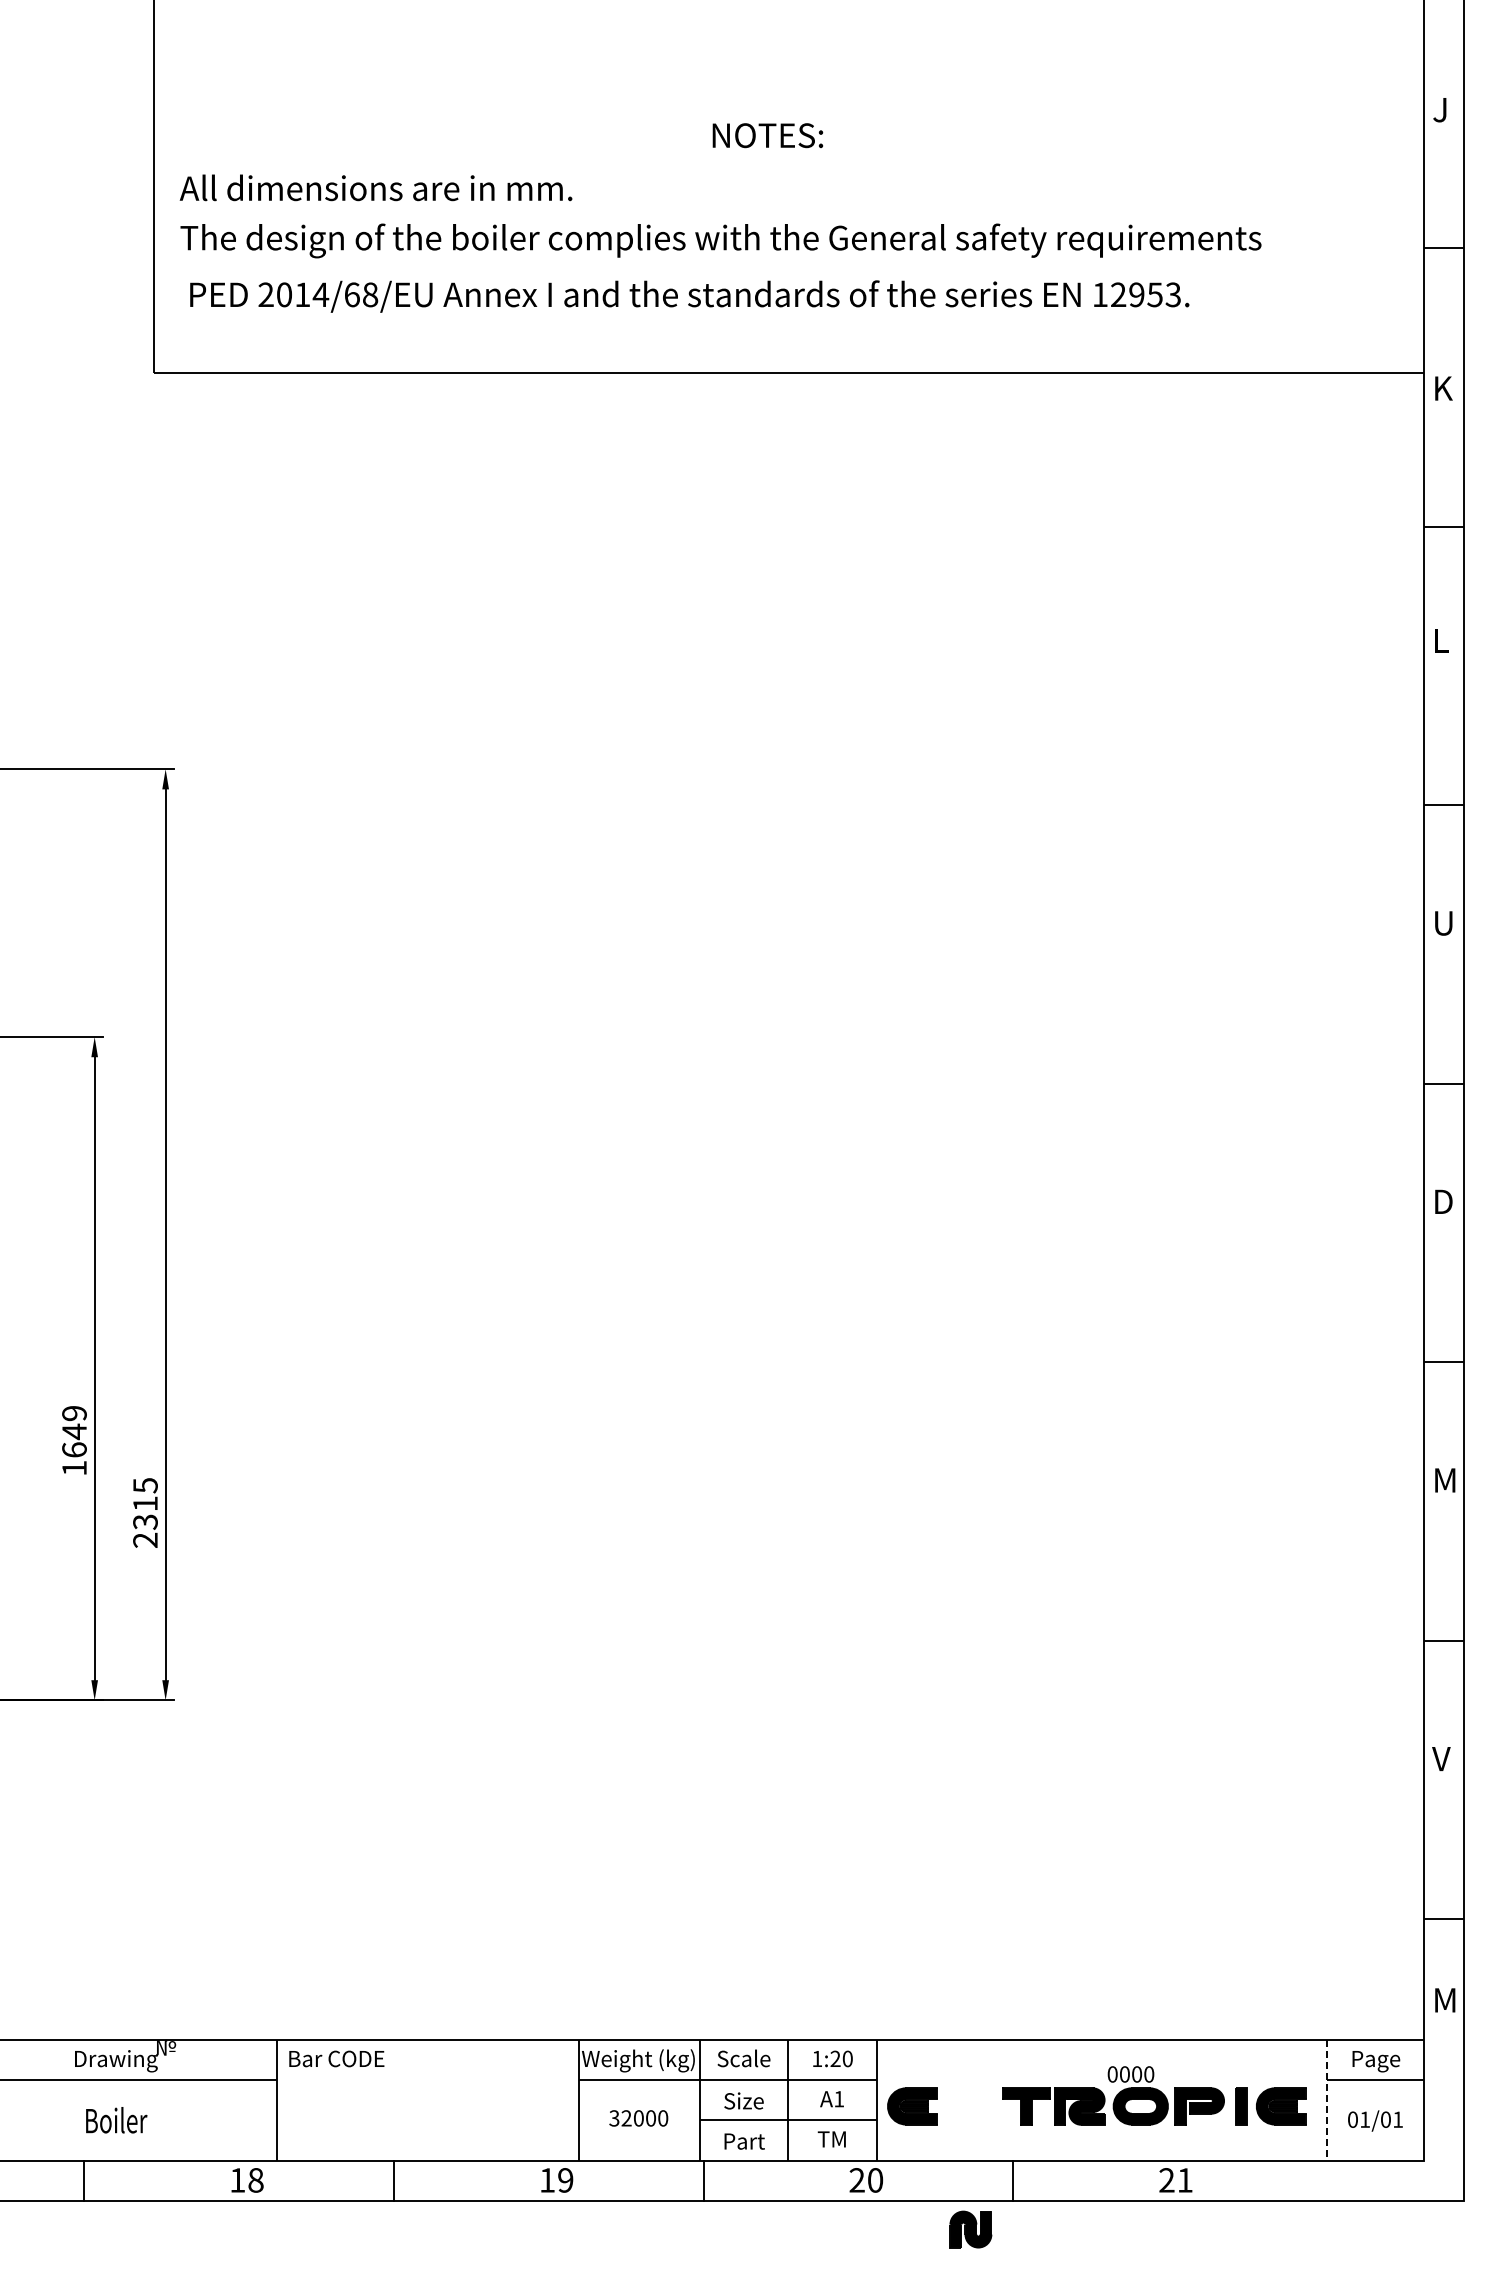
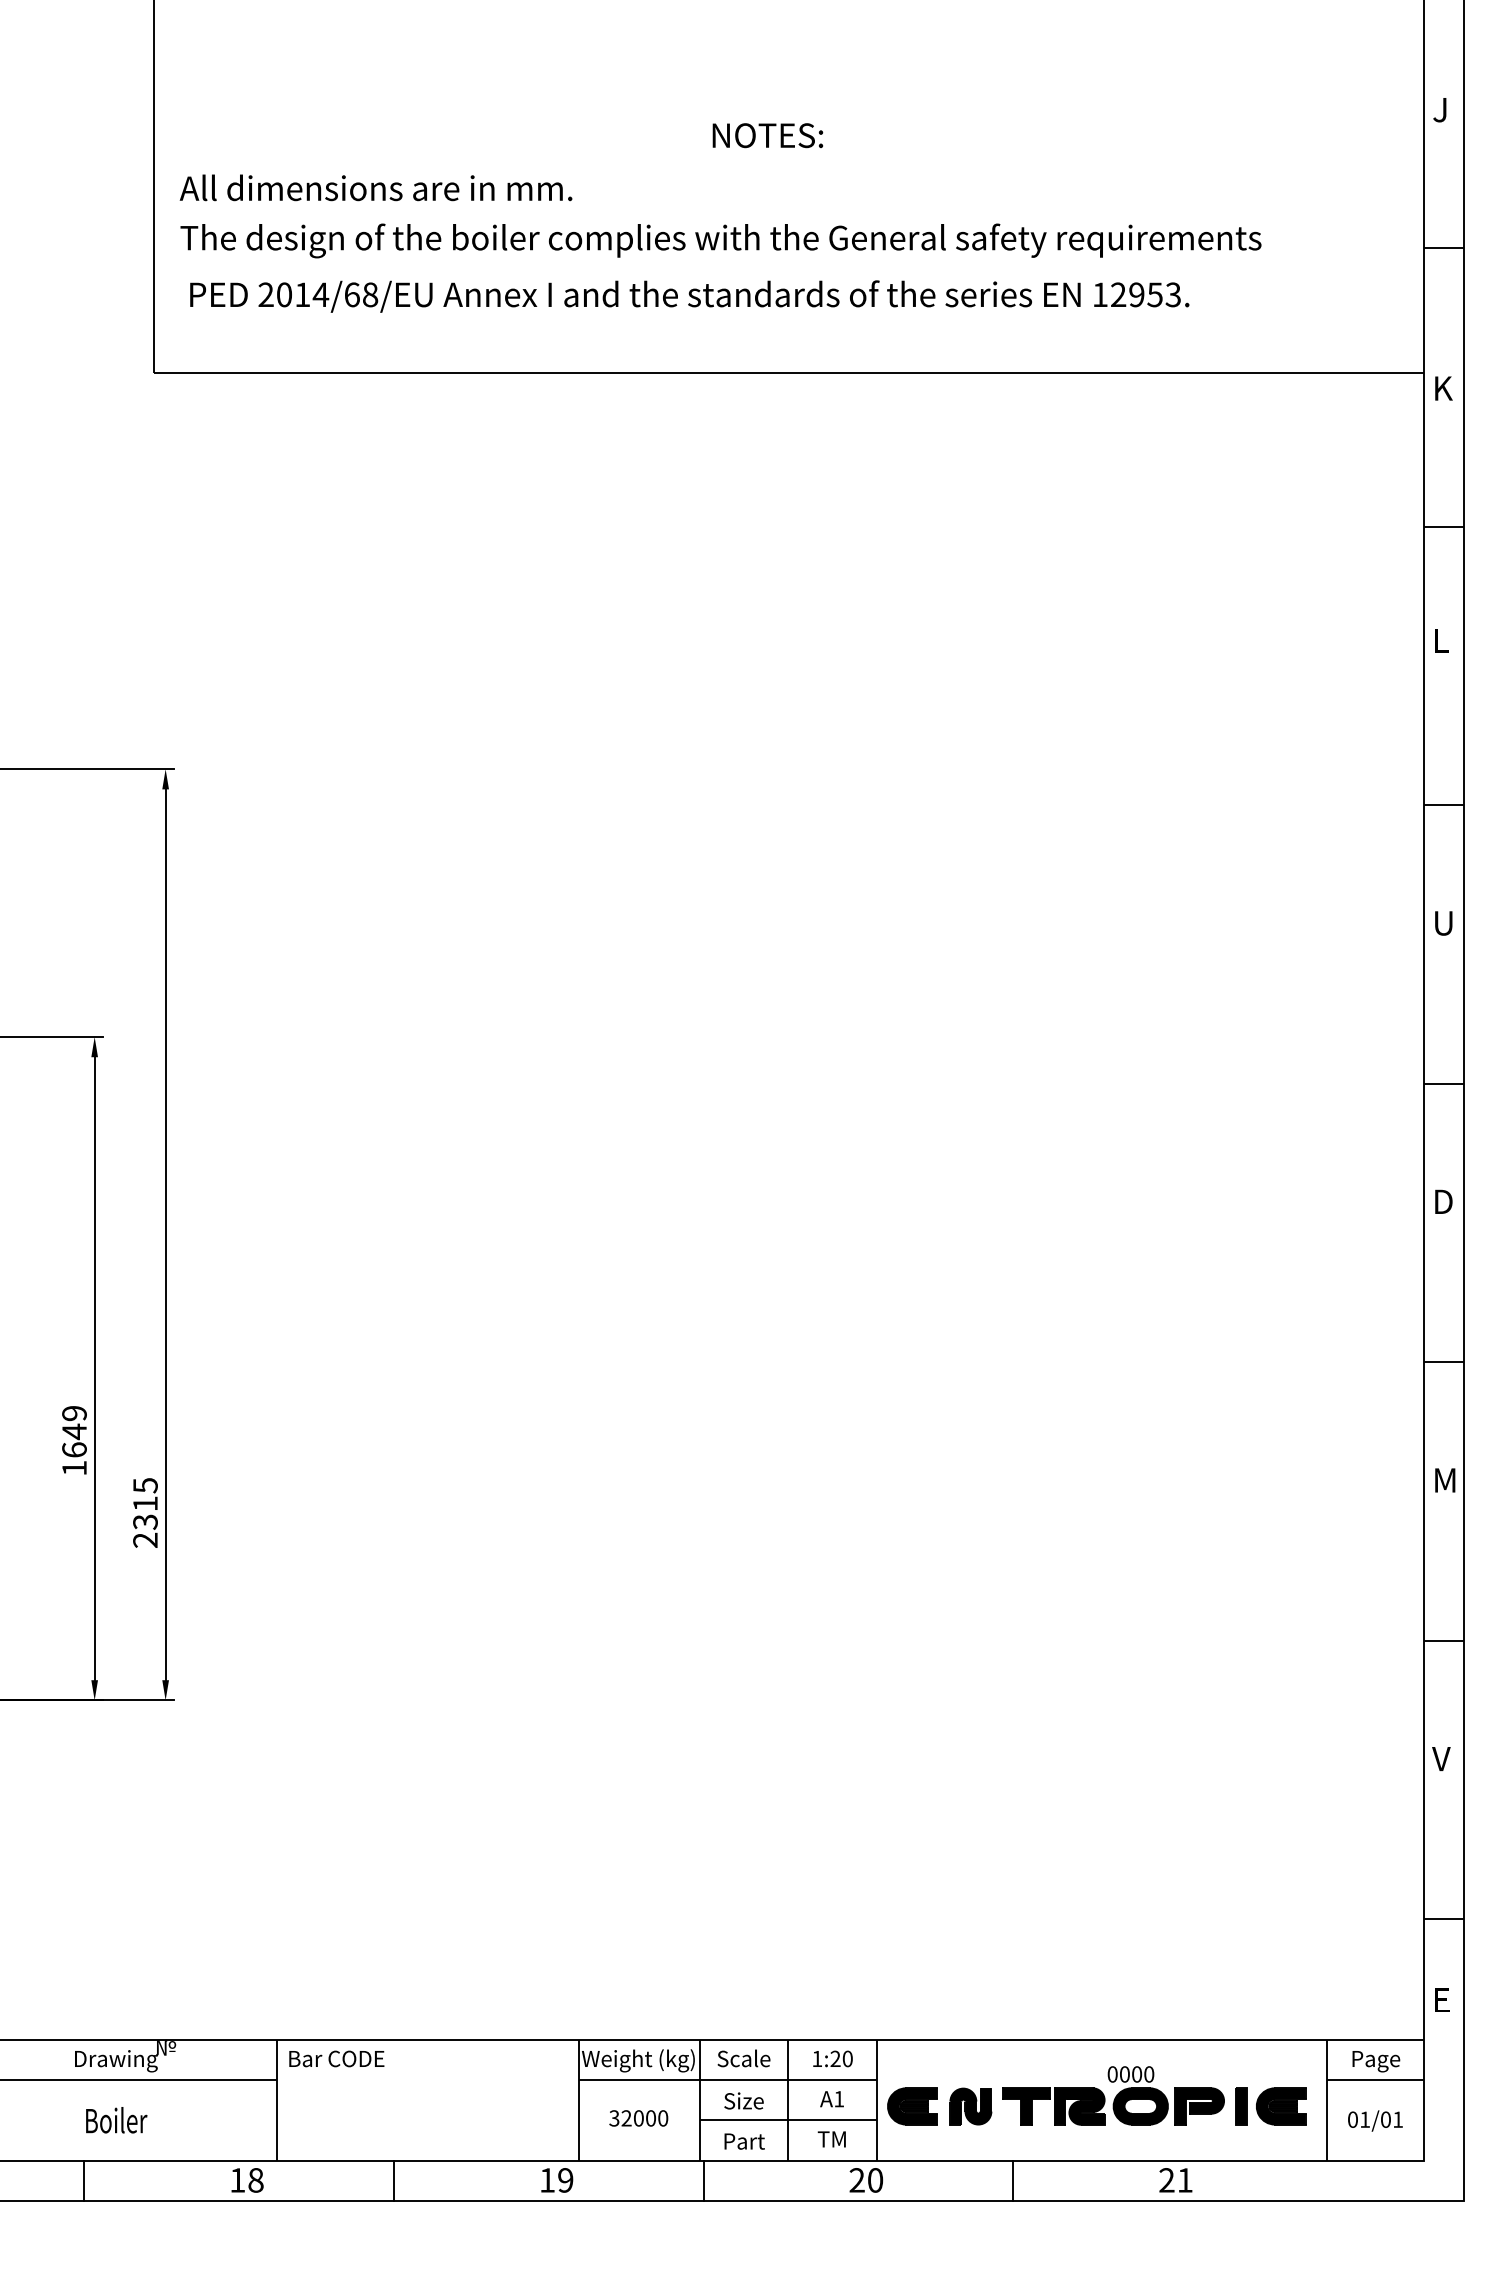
text at (1445, 2000): M -> E
line at (1327, 2100): dashed -> solid
part at (970, 2229) position: (970, 2229) -> (970, 2106)
